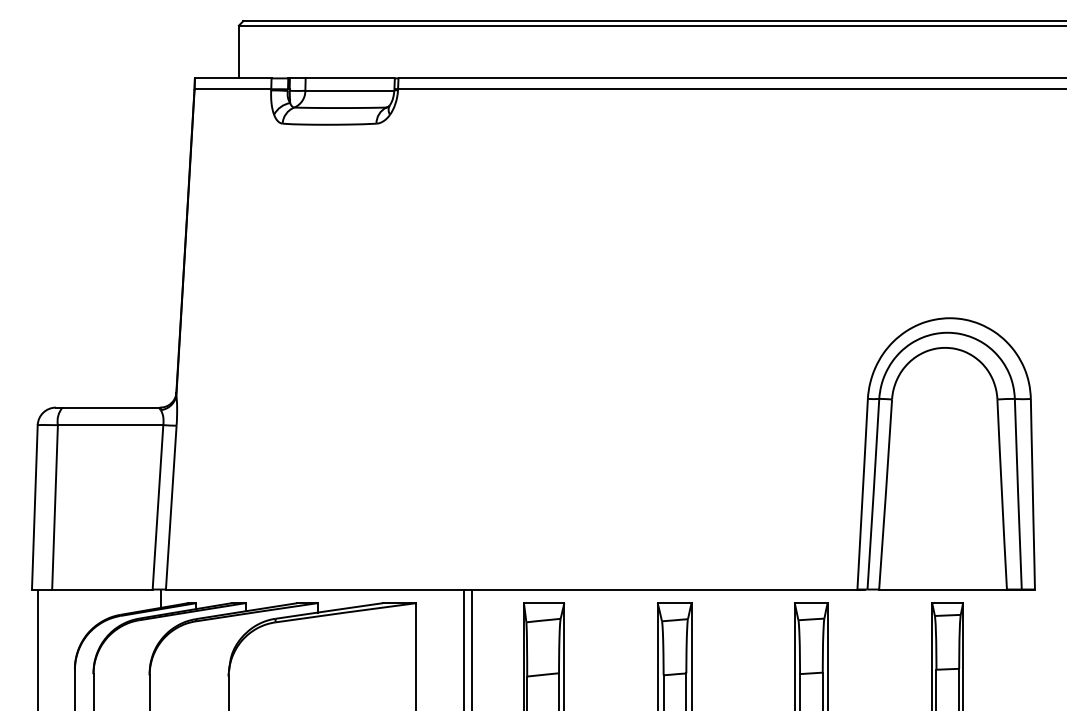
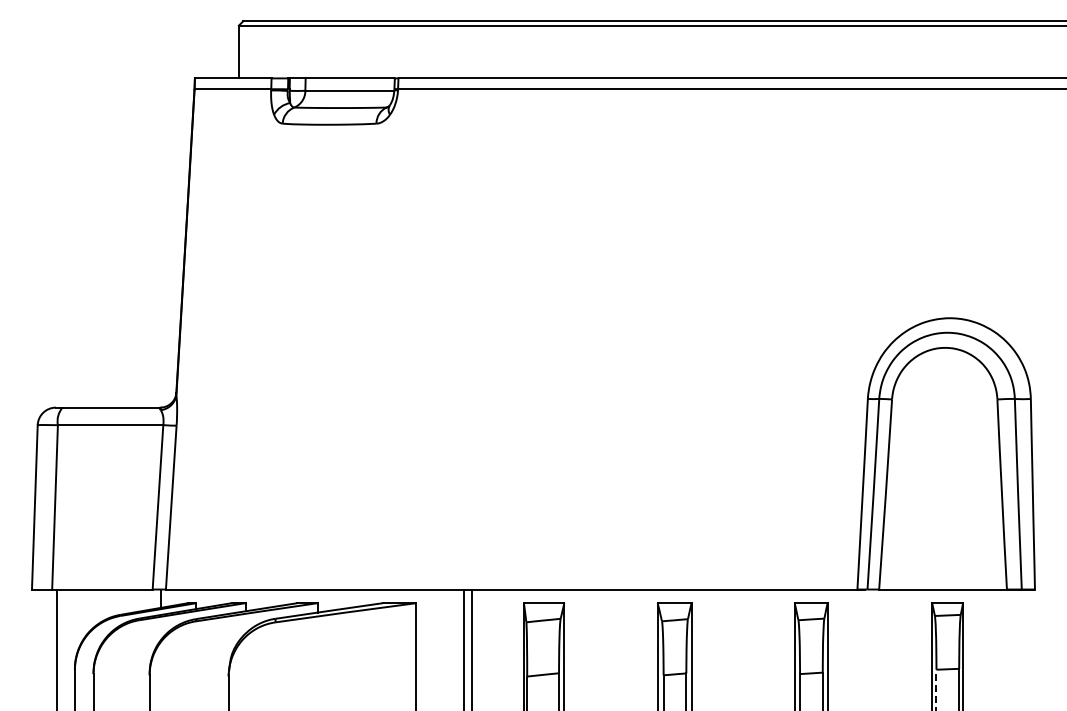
line at (38, 648) position: (38, 648) -> (57, 648)
line at (936, 689): solid -> dashed
